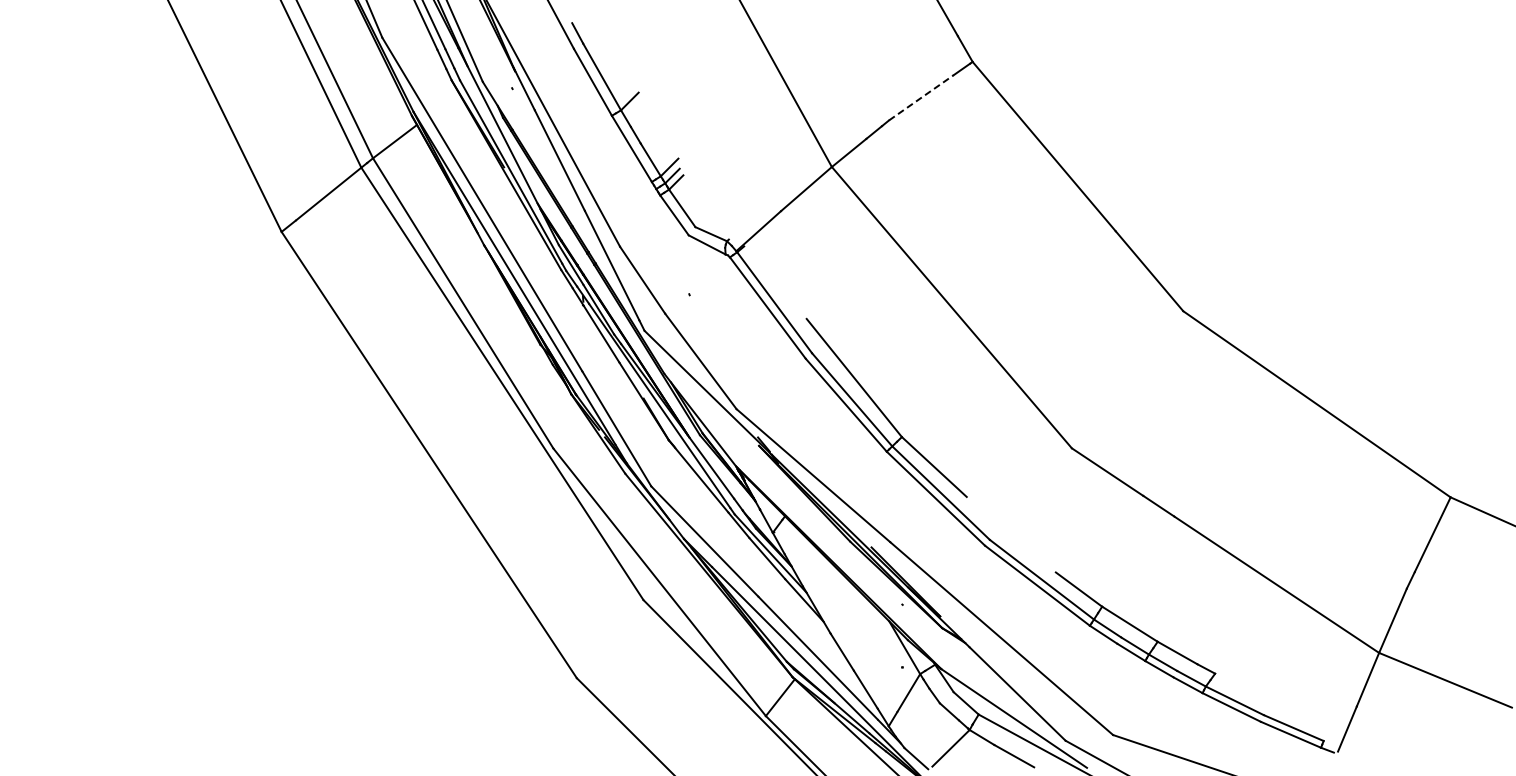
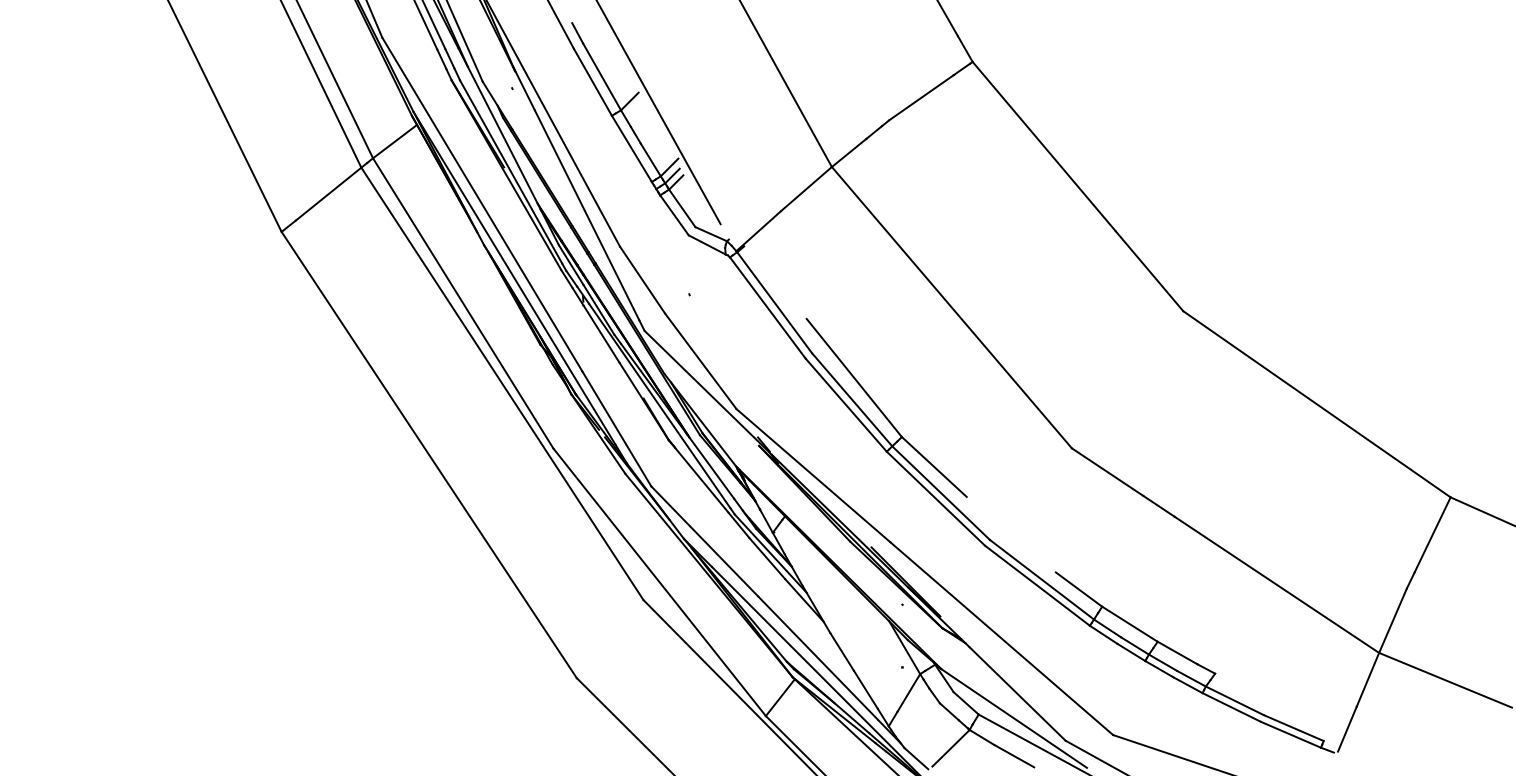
line at (921, 97): dashed -> solid
line at (658, 113): none -> present
